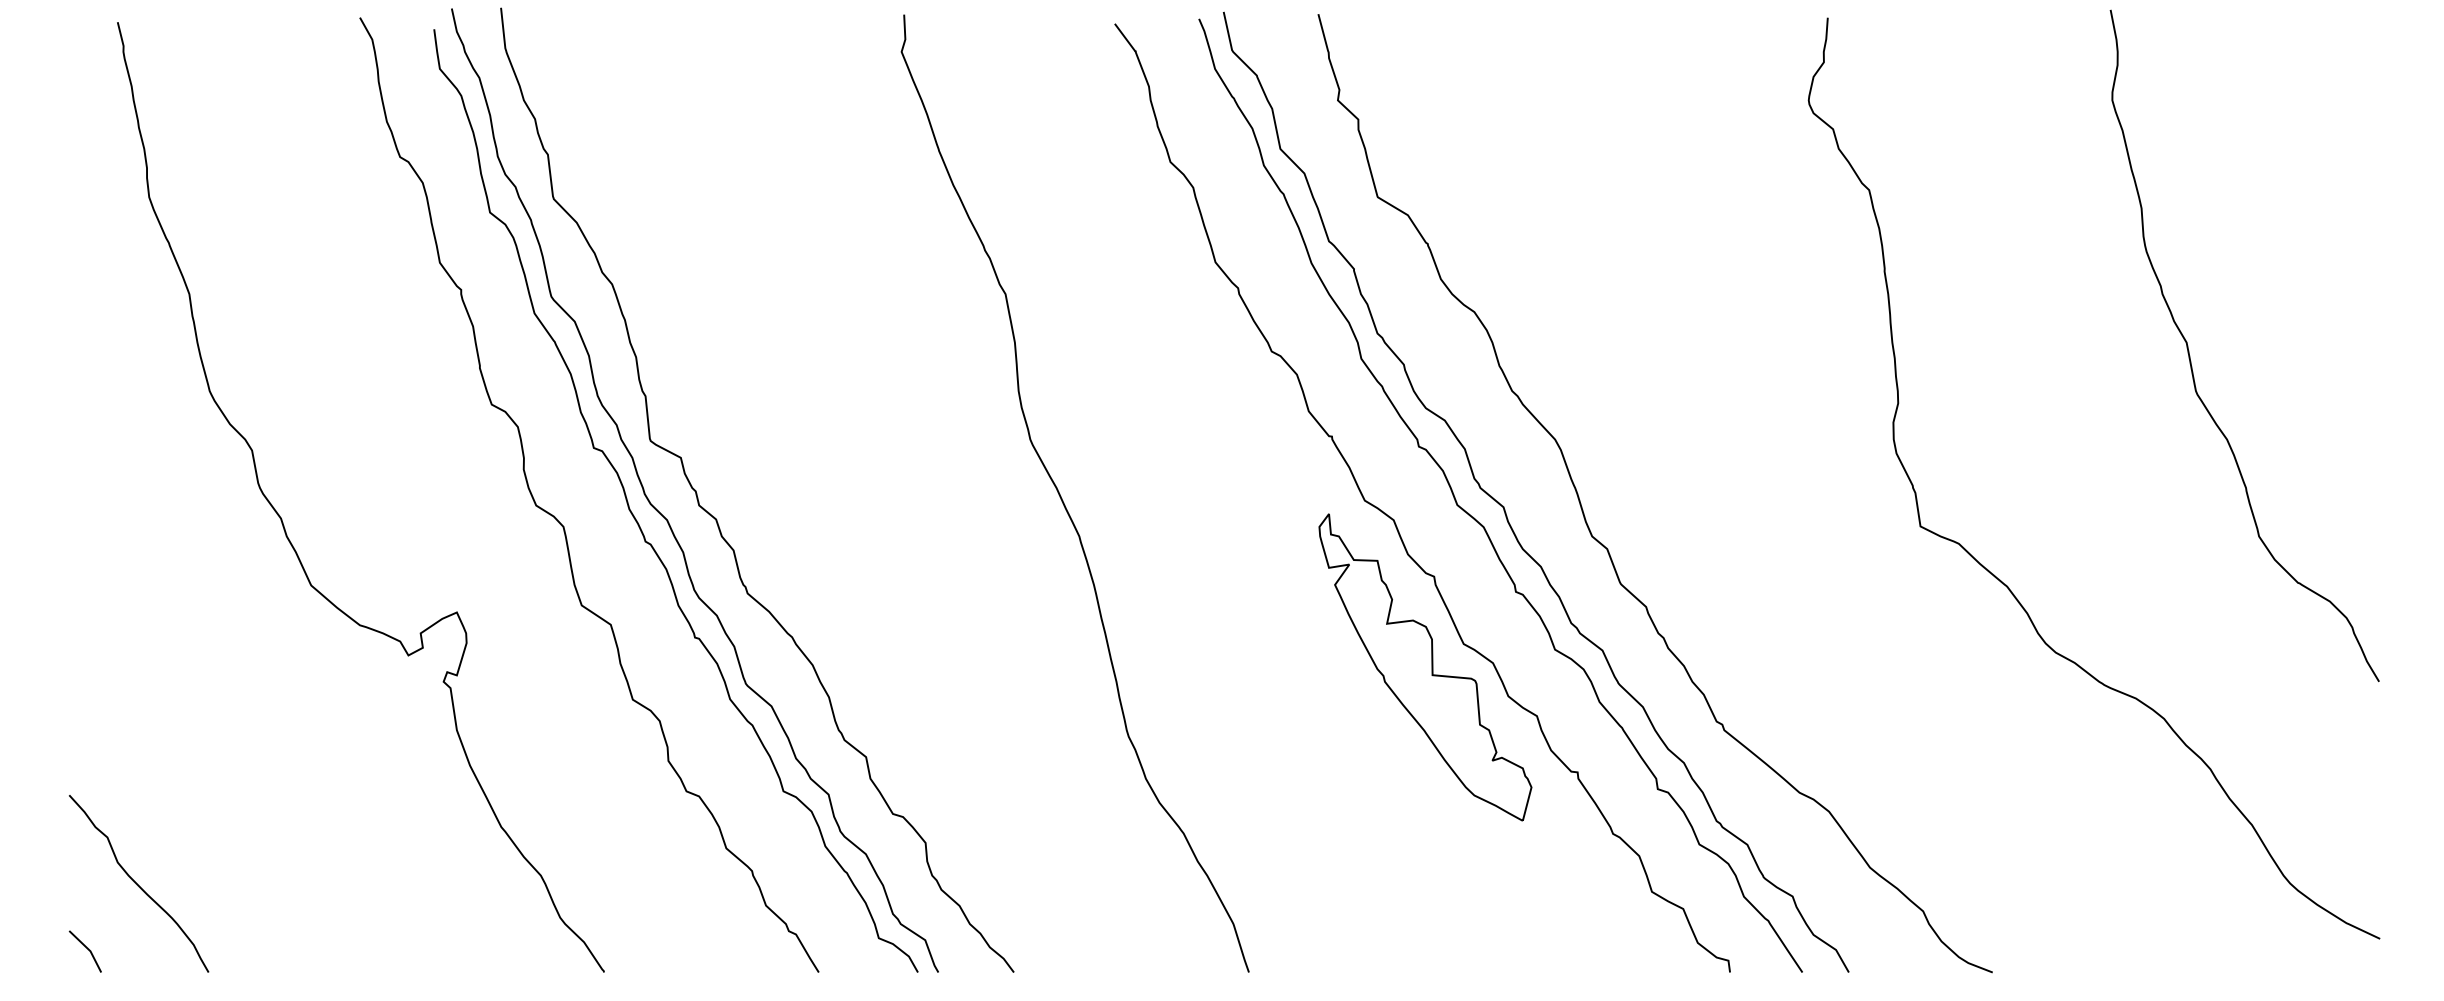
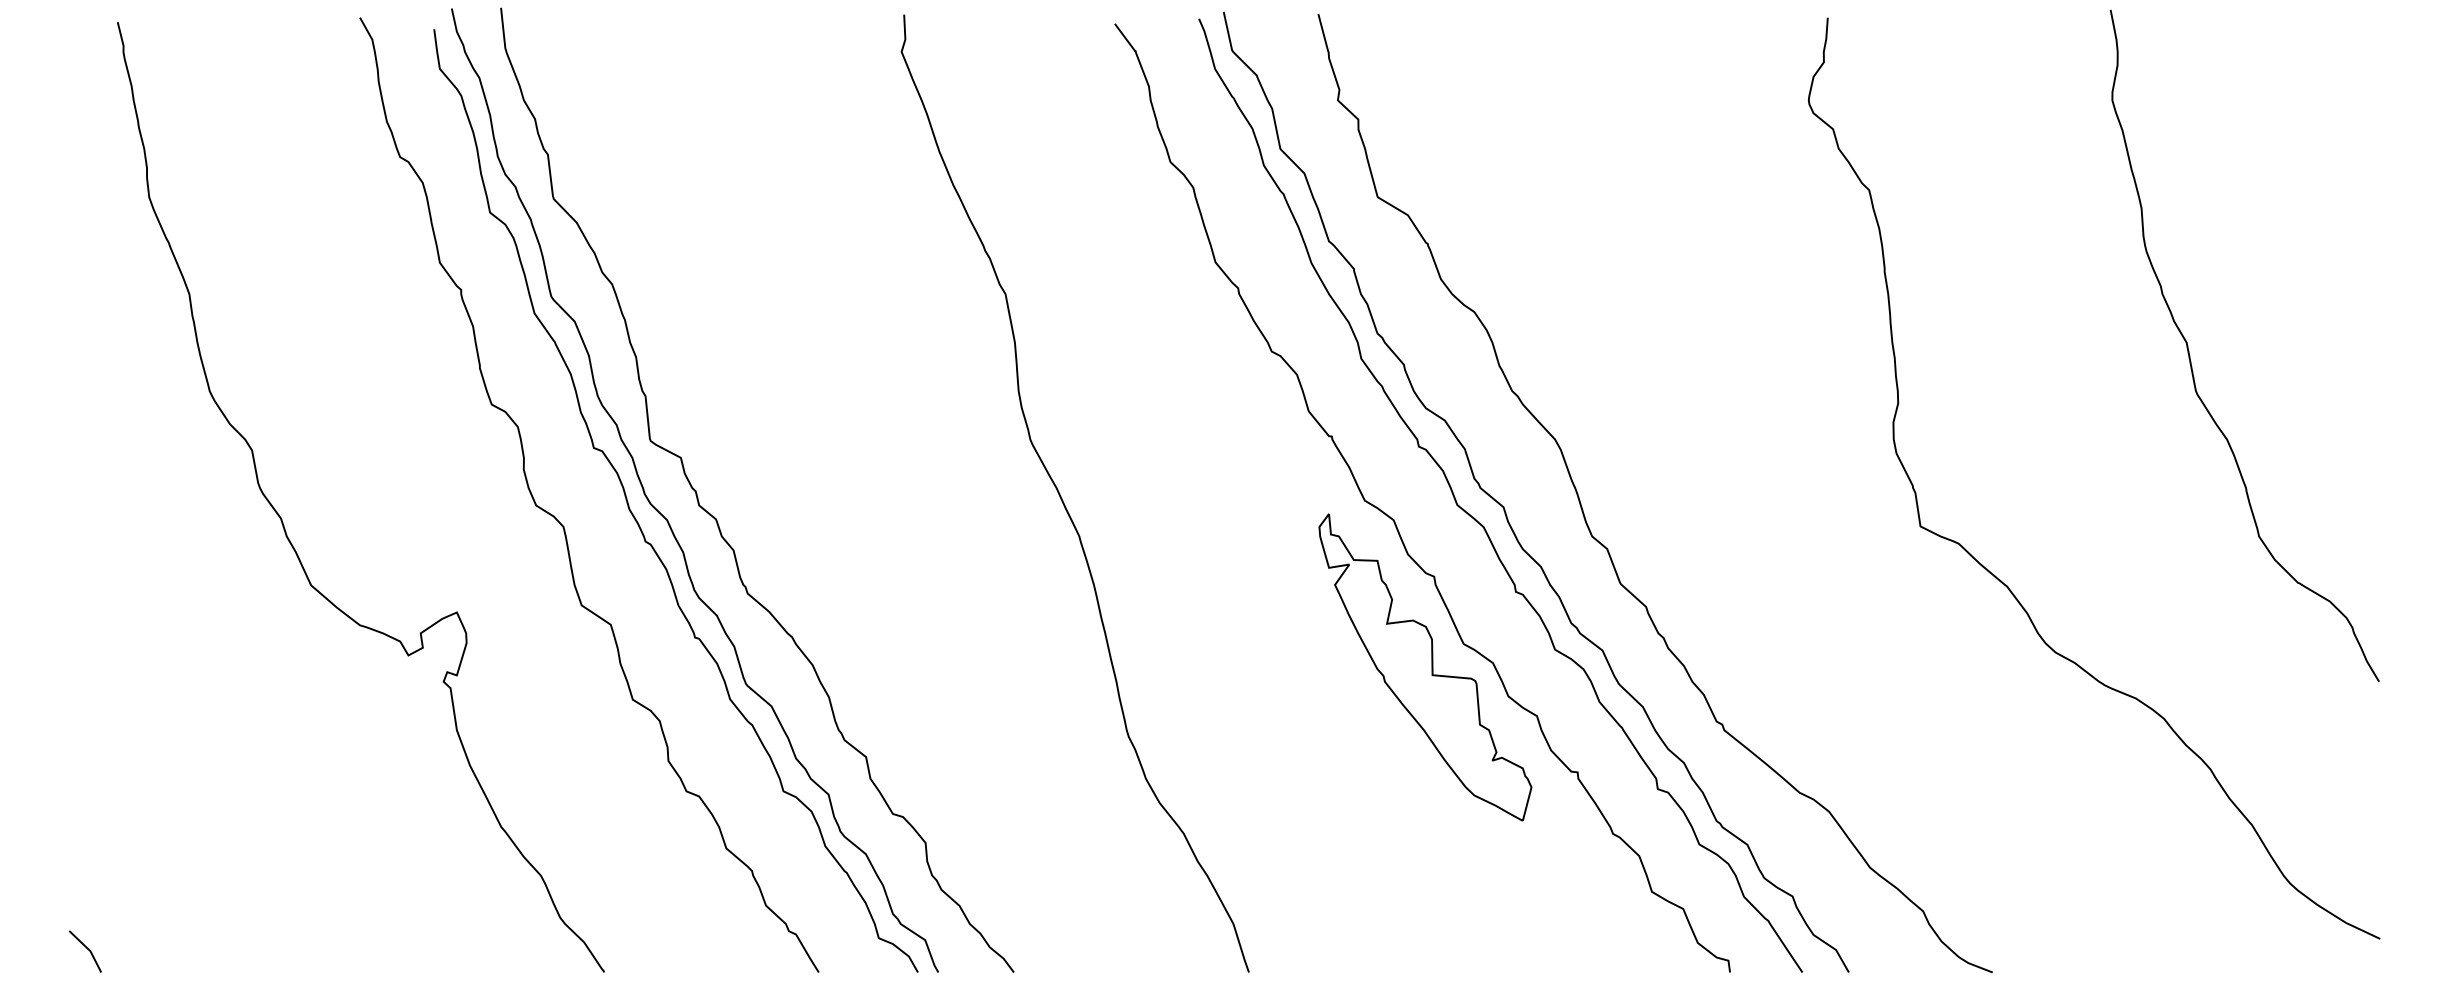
curve at (138, 884): present -> none
